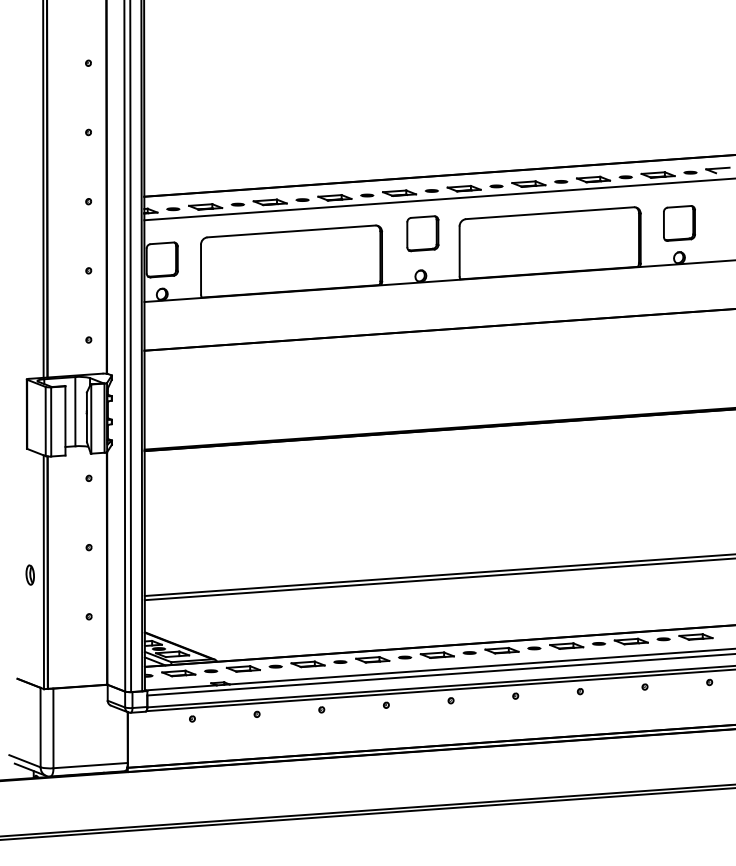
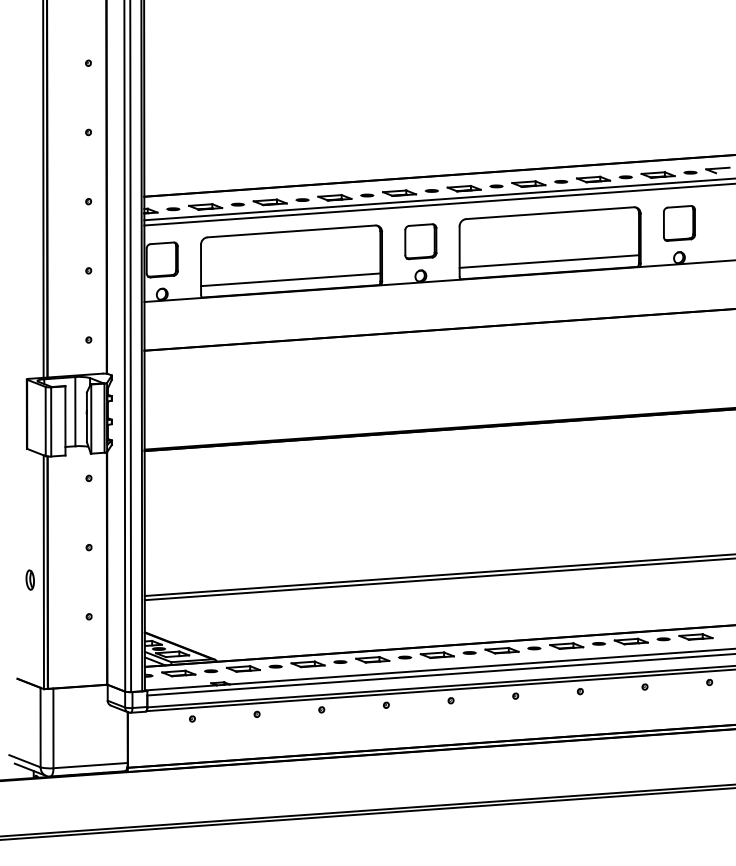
line at (438, 204): none -> present
part at (422, 233) position: (422, 233) -> (420, 241)
line at (549, 261): none -> present
line at (290, 279): none -> present
part at (29, 574) position: (29, 574) -> (29, 579)
